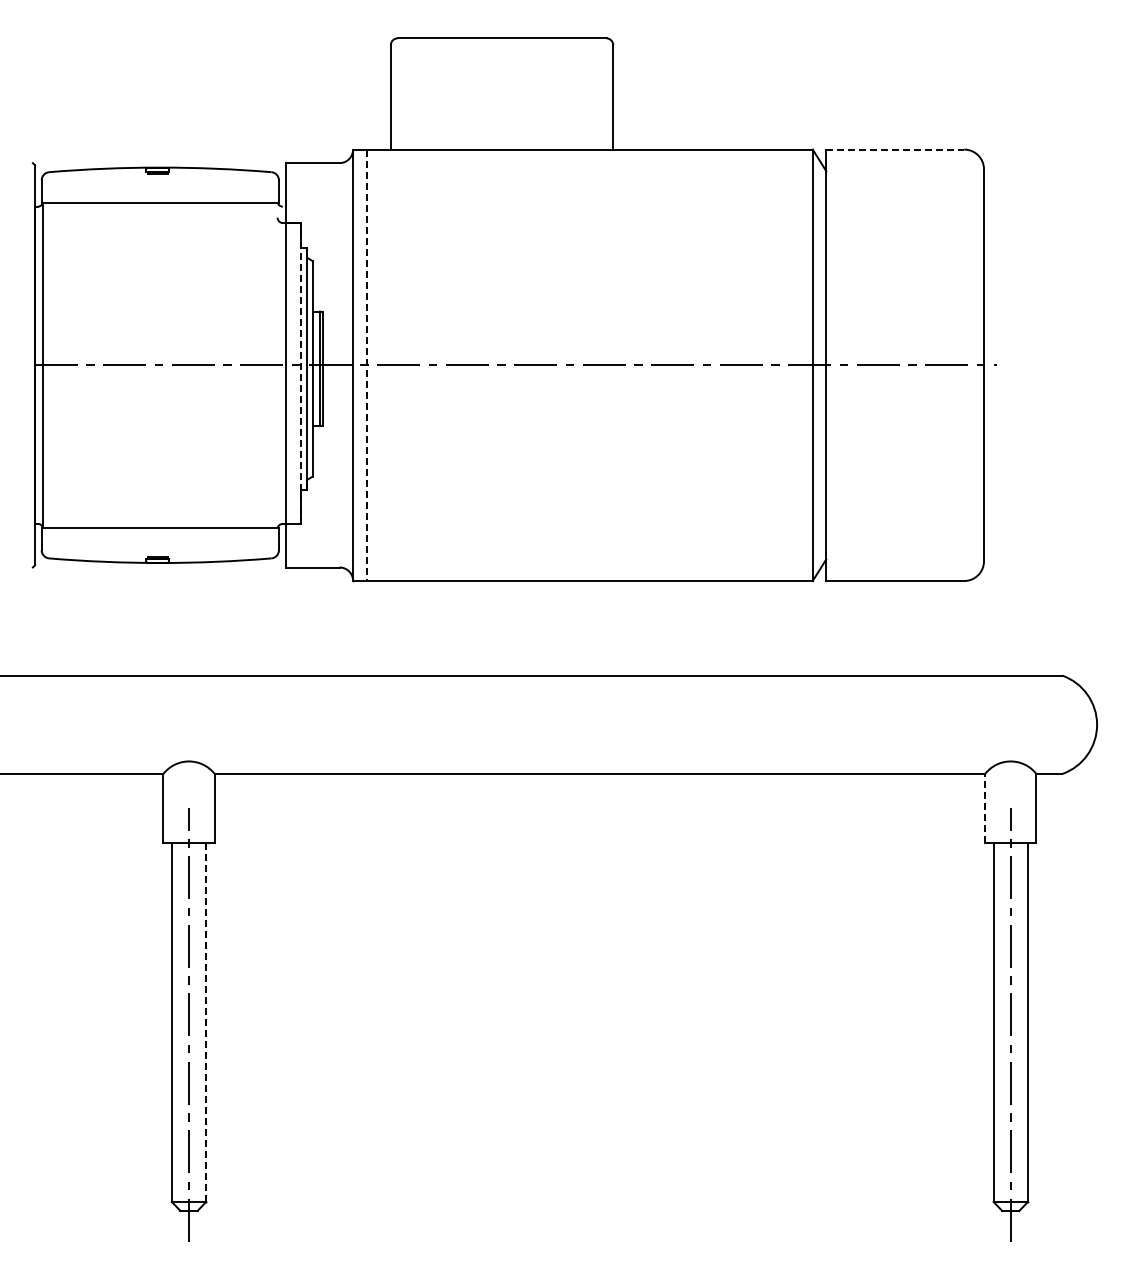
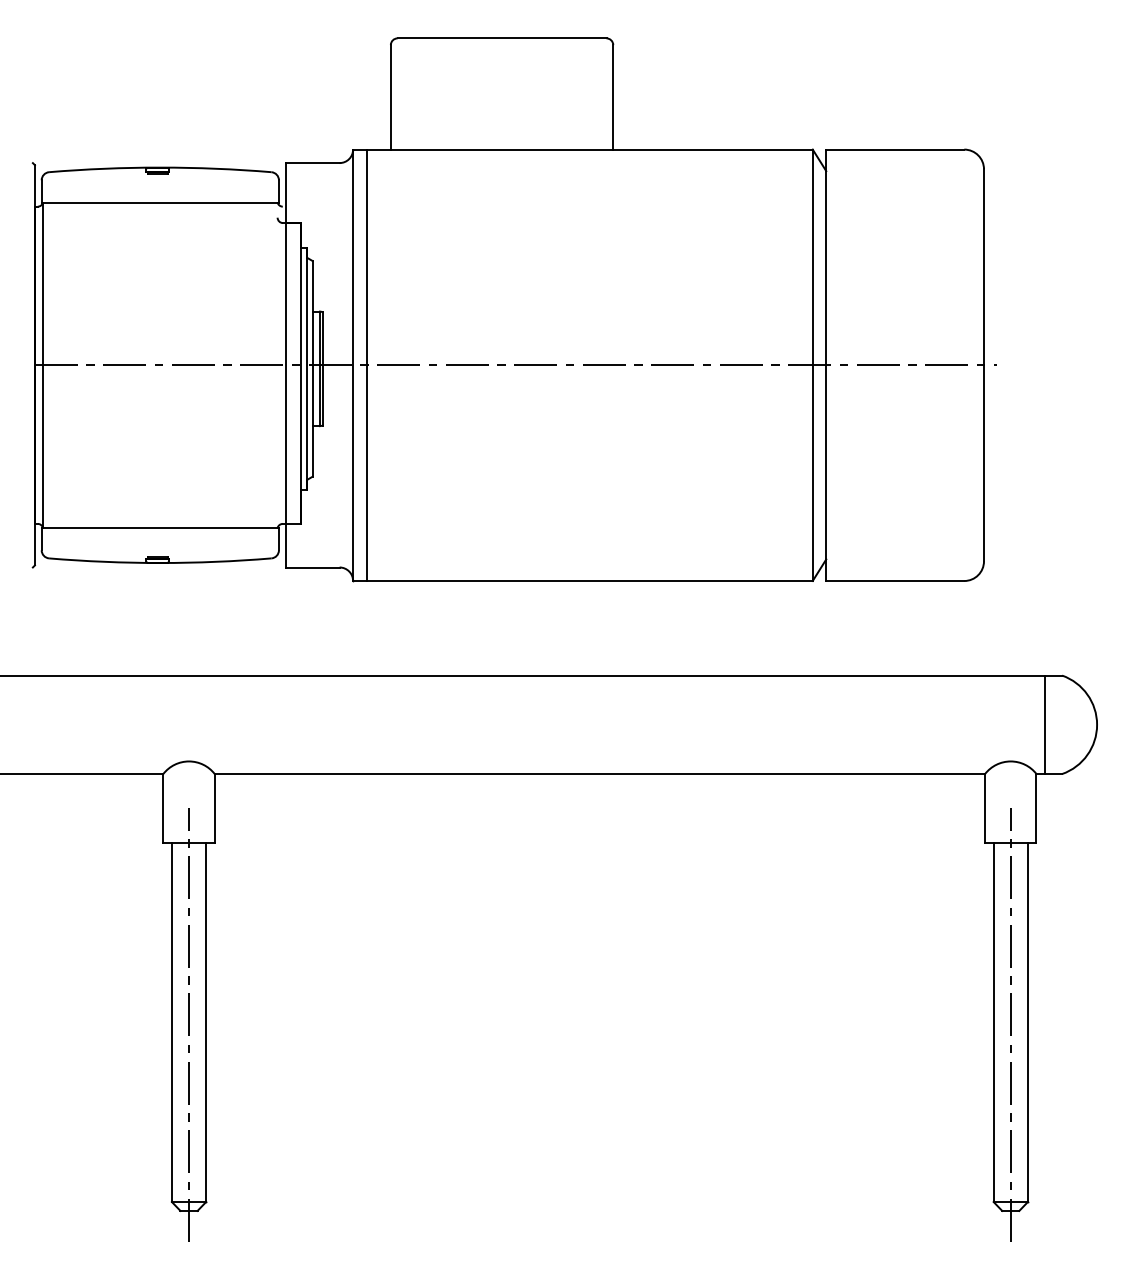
line at (895, 149): dashed -> solid
line at (366, 365): dashed -> solid
line at (300, 372): dashed -> solid
line at (1045, 724): none -> present
line at (985, 807): dashed -> solid
line at (206, 1022): dashed -> solid
